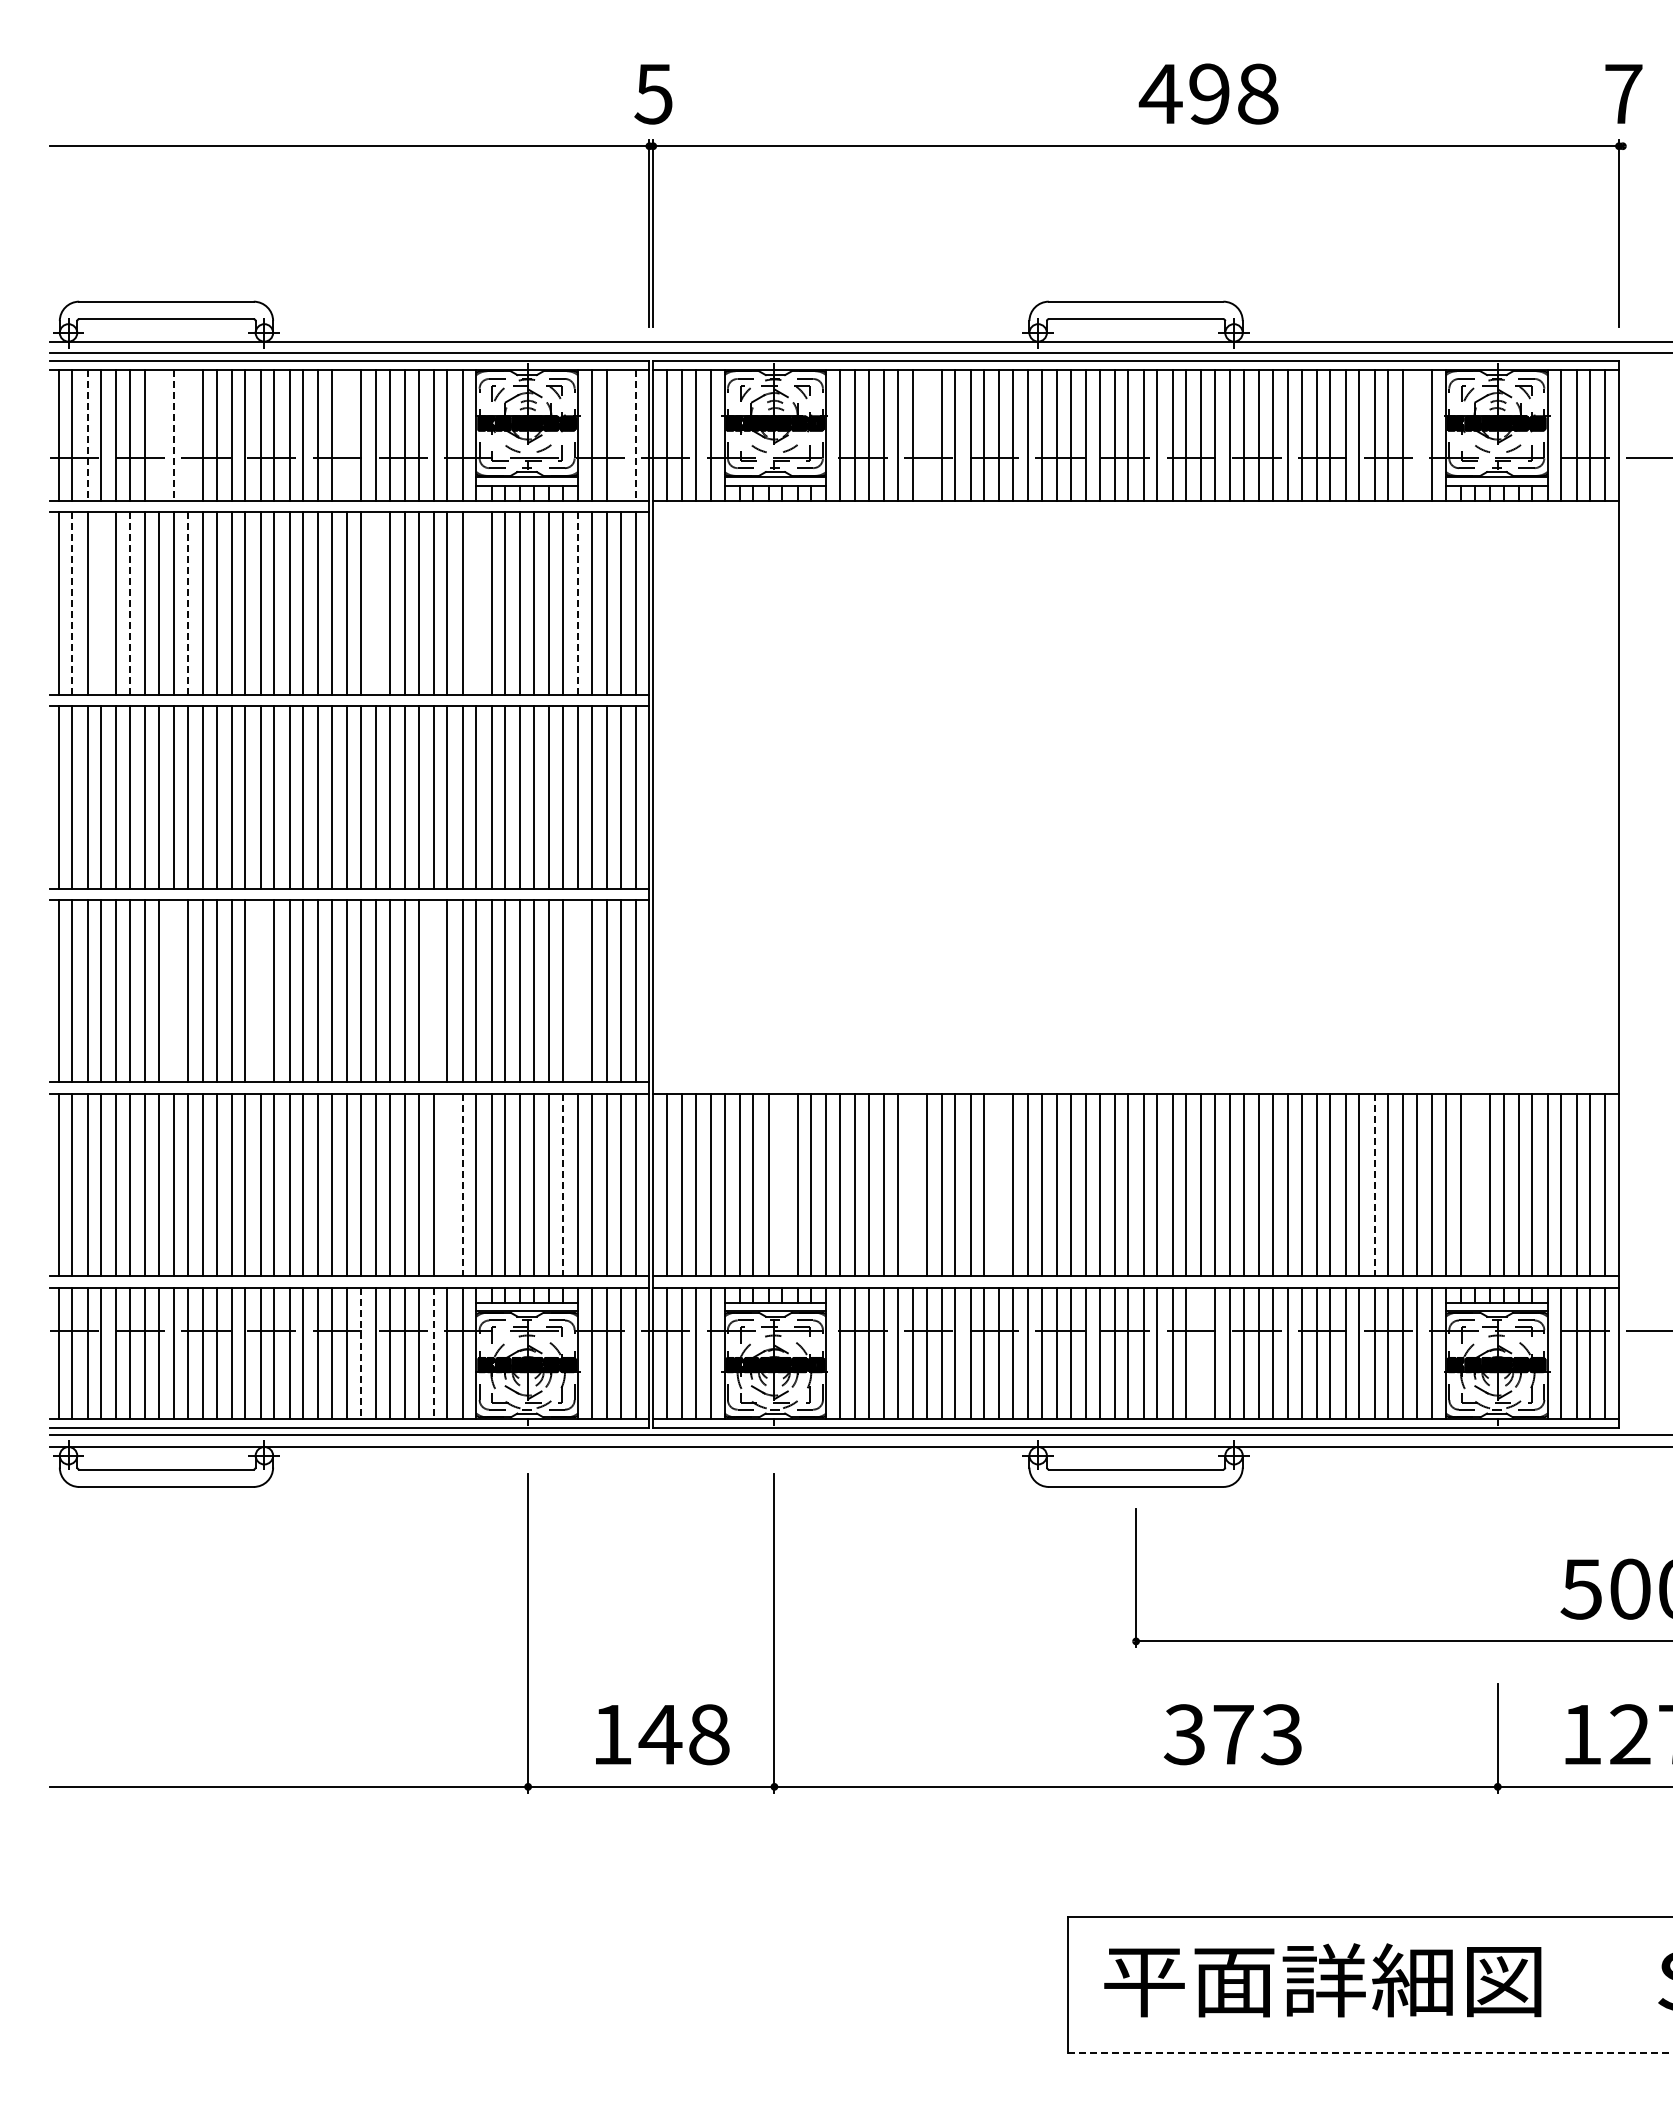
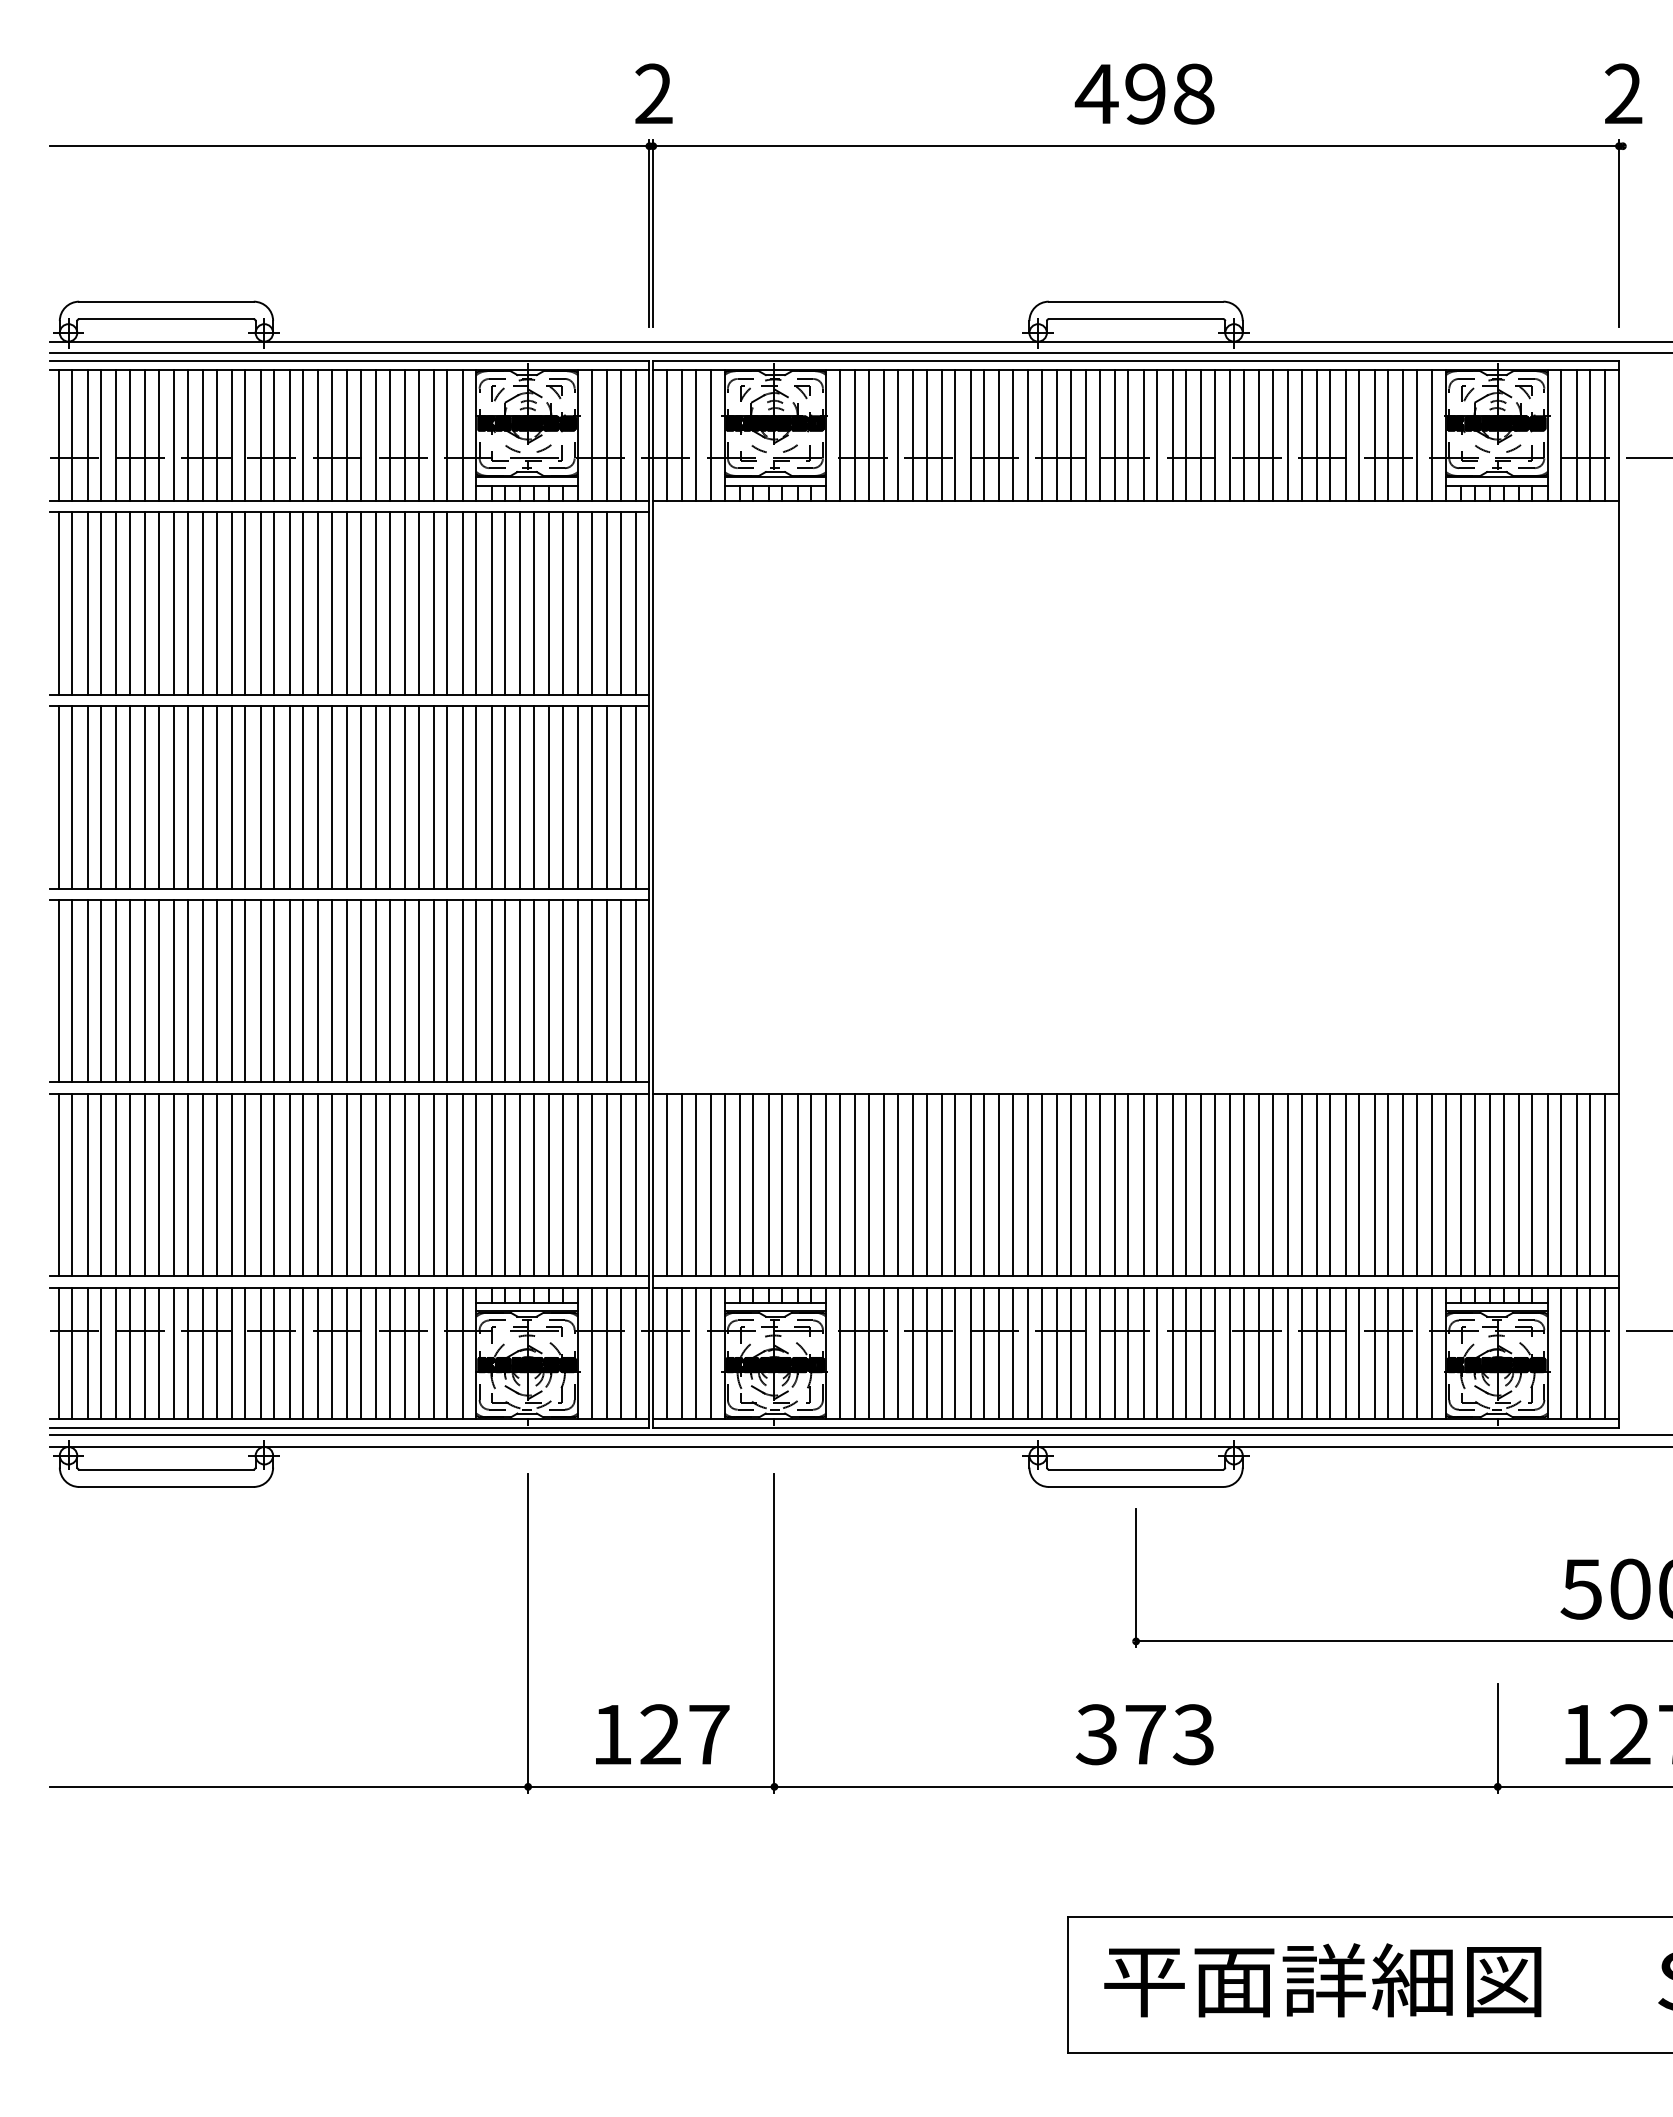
text at (653, 93): 5 -> 2
text at (1208, 93) position: (1208, 93) -> (1144, 93)
text at (1623, 93): 7 -> 2
line at (158, 434): none -> present
line at (187, 434): none -> present
line at (347, 434): none -> present
line at (620, 434): none -> present
line at (926, 434): none -> present
line at (1417, 434): none -> present
line at (87, 435): dashed -> solid
line at (174, 435): dashed -> solid
line at (635, 435): dashed -> solid
line at (72, 603): dashed -> solid
line at (101, 603): none -> present
line at (129, 603): dashed -> solid
line at (187, 603): dashed -> solid
line at (376, 603): none -> present
line at (476, 603): none -> present
line at (578, 603): dashed -> solid
line at (174, 991): none -> present
line at (260, 991): none -> present
line at (433, 991): none -> present
line at (578, 991): none -> present
line at (447, 1185): none -> present
line at (462, 1185): dashed -> solid
line at (562, 1185): dashed -> solid
line at (782, 1185): none -> present
line at (912, 1185): none -> present
line at (999, 1185): none -> present
line at (1374, 1185): dashed -> solid
line at (1474, 1185): none -> present
line at (360, 1353): dashed -> solid
line at (433, 1353): dashed -> solid
line at (1201, 1353): none -> present
text at (683, 1734): 148 -> 127
text at (1232, 1734) position: (1232, 1734) -> (1144, 1734)
line at (1370, 2053): dashed -> solid
